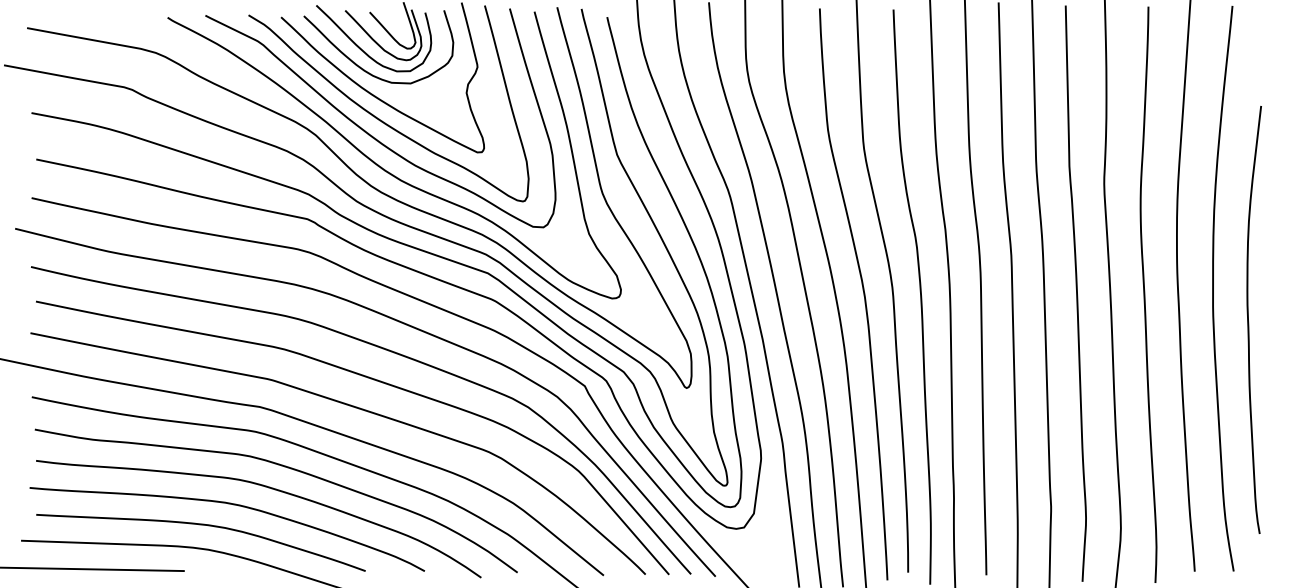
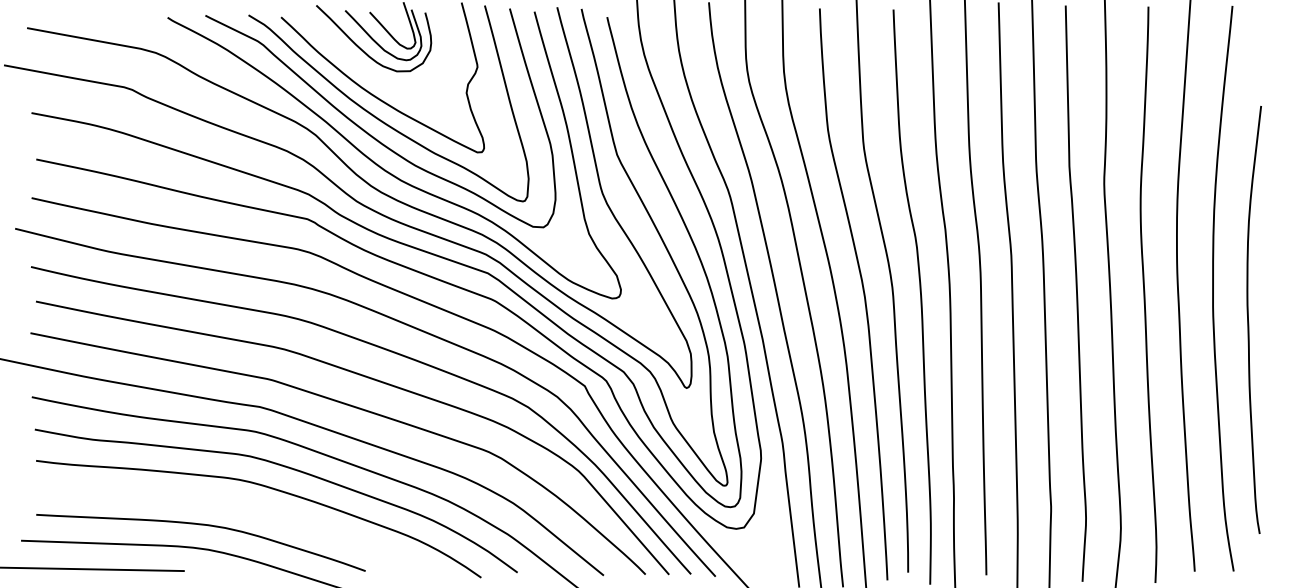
curve at (363, 68): present -> none
curve at (233, 505): present -> none
